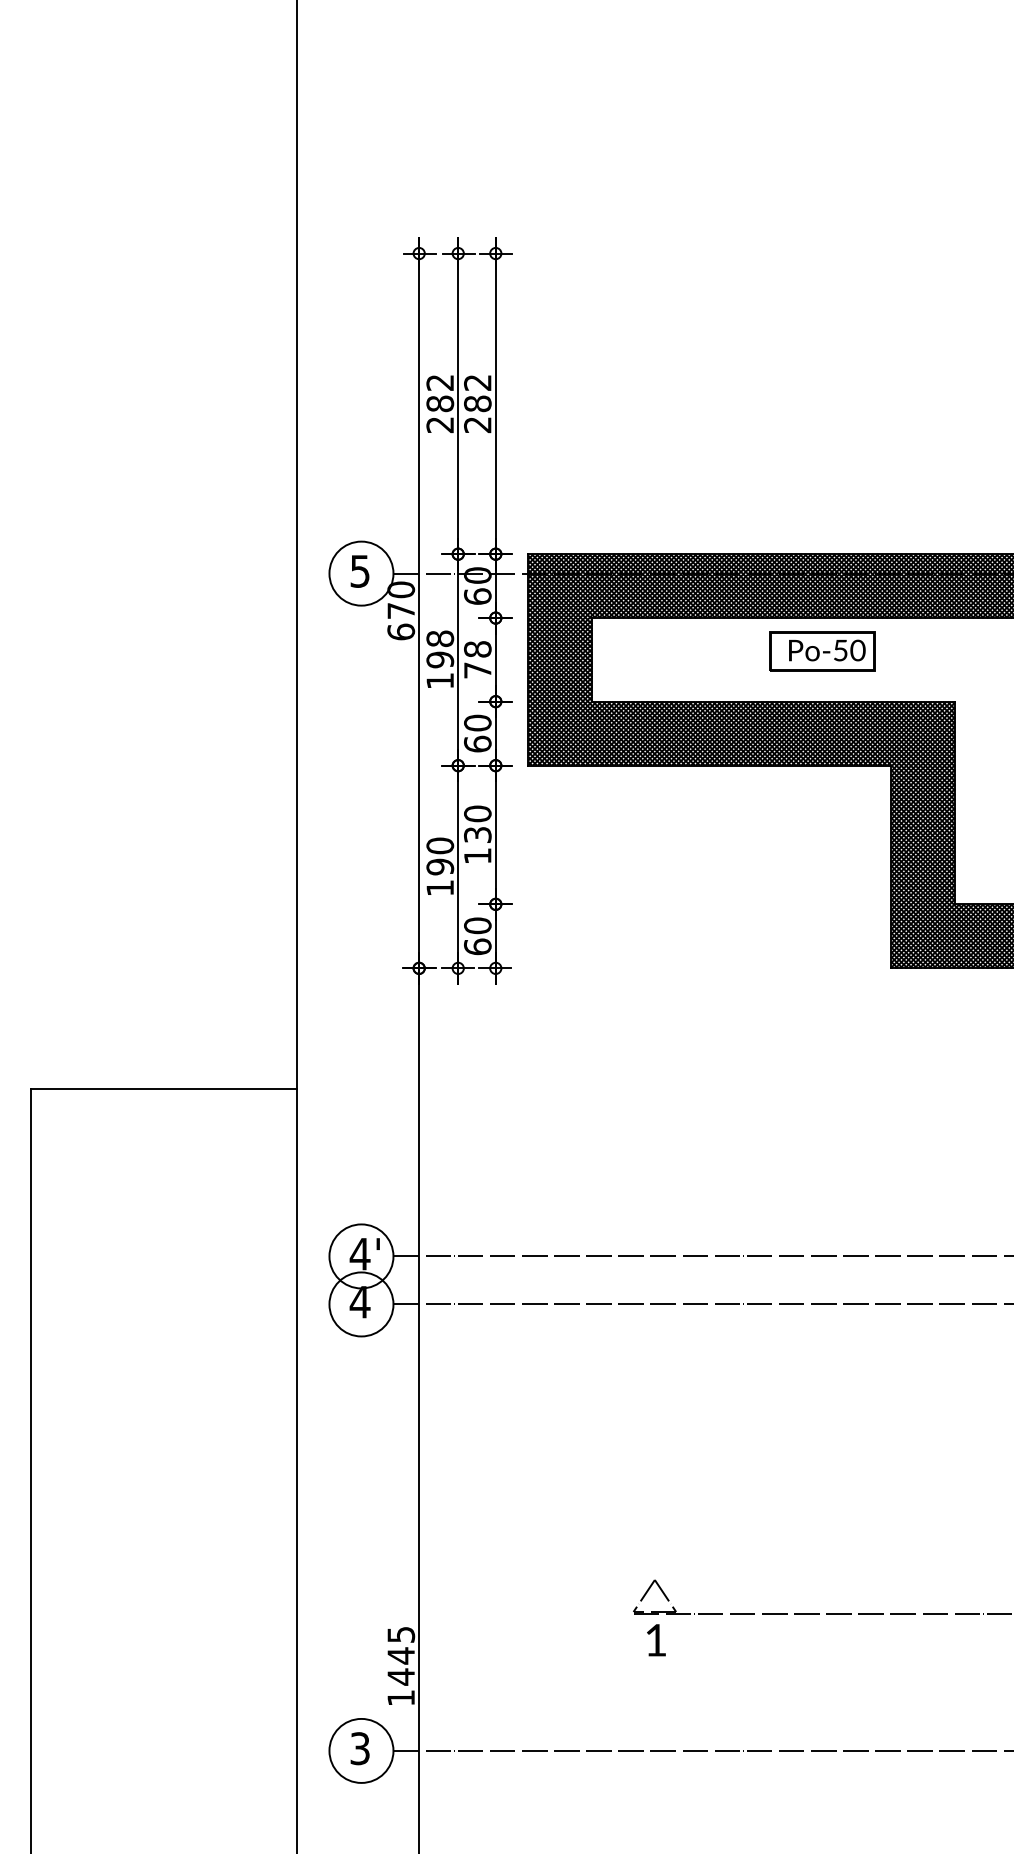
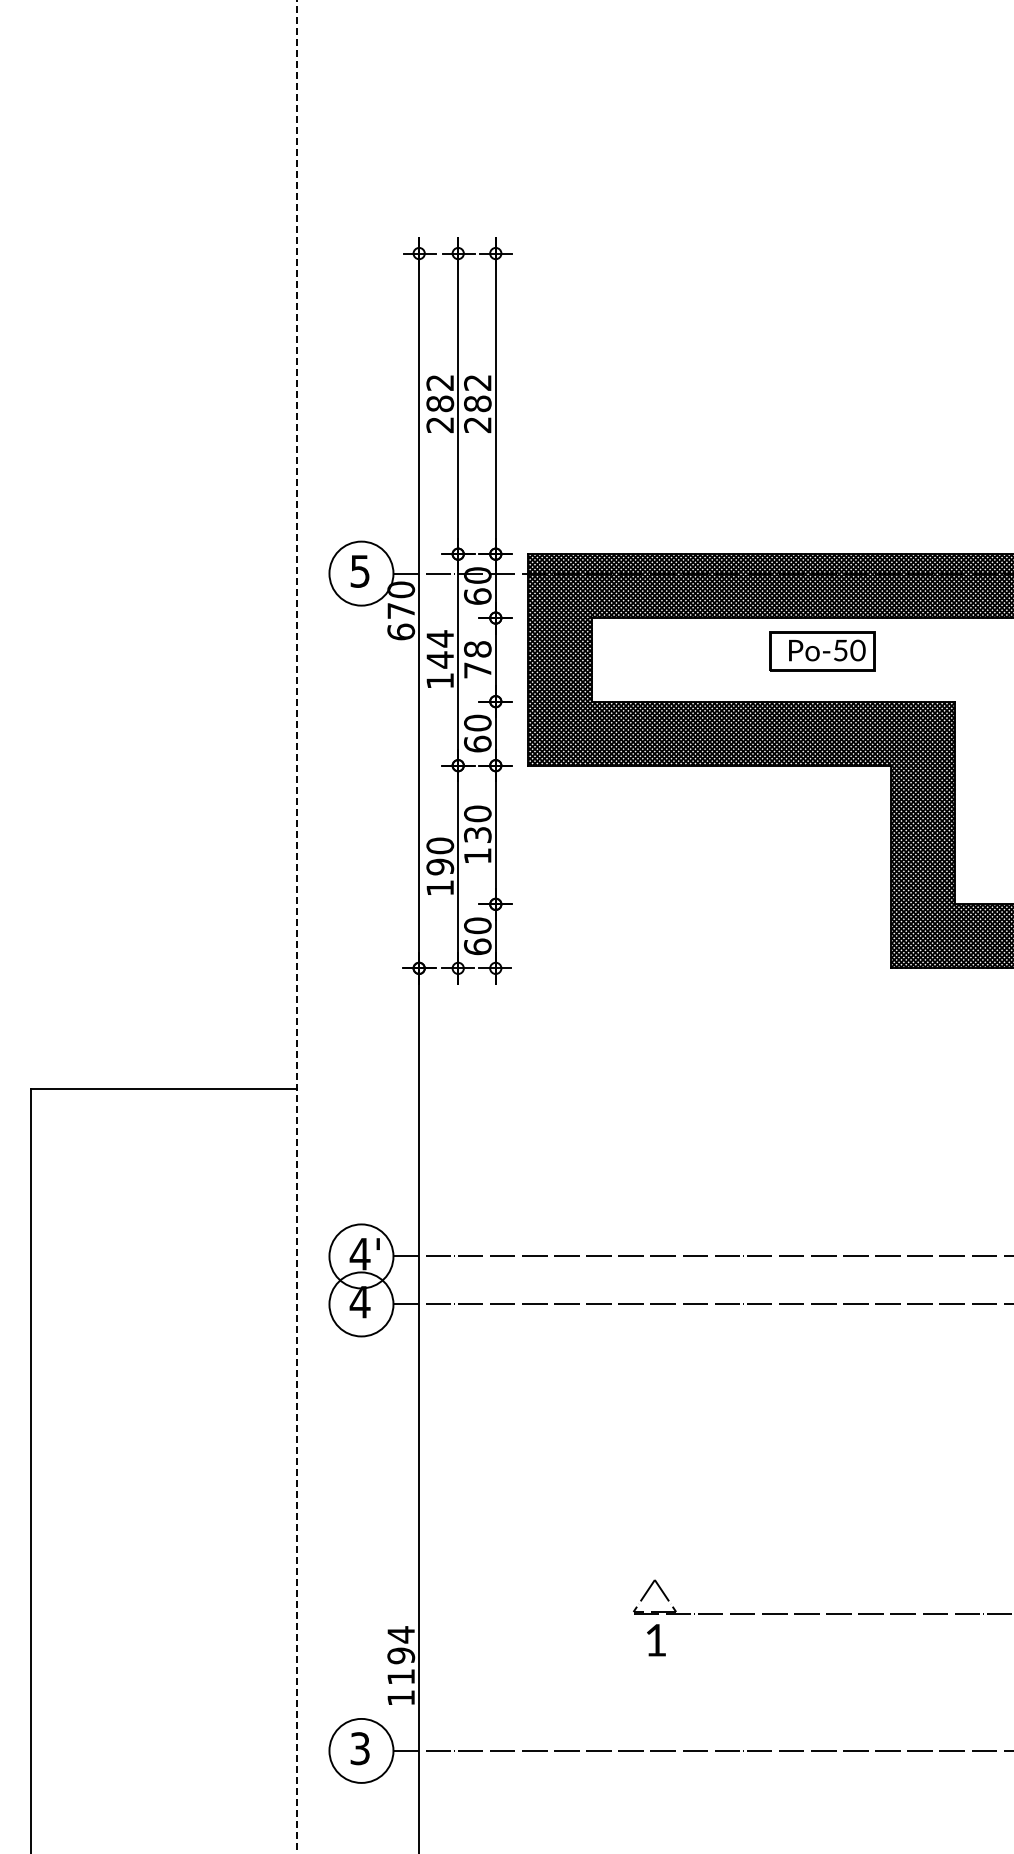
text at (440, 649): 198 -> 144
line at (297, 926): solid -> dashed
text at (401, 1655): 1445 -> 1194
